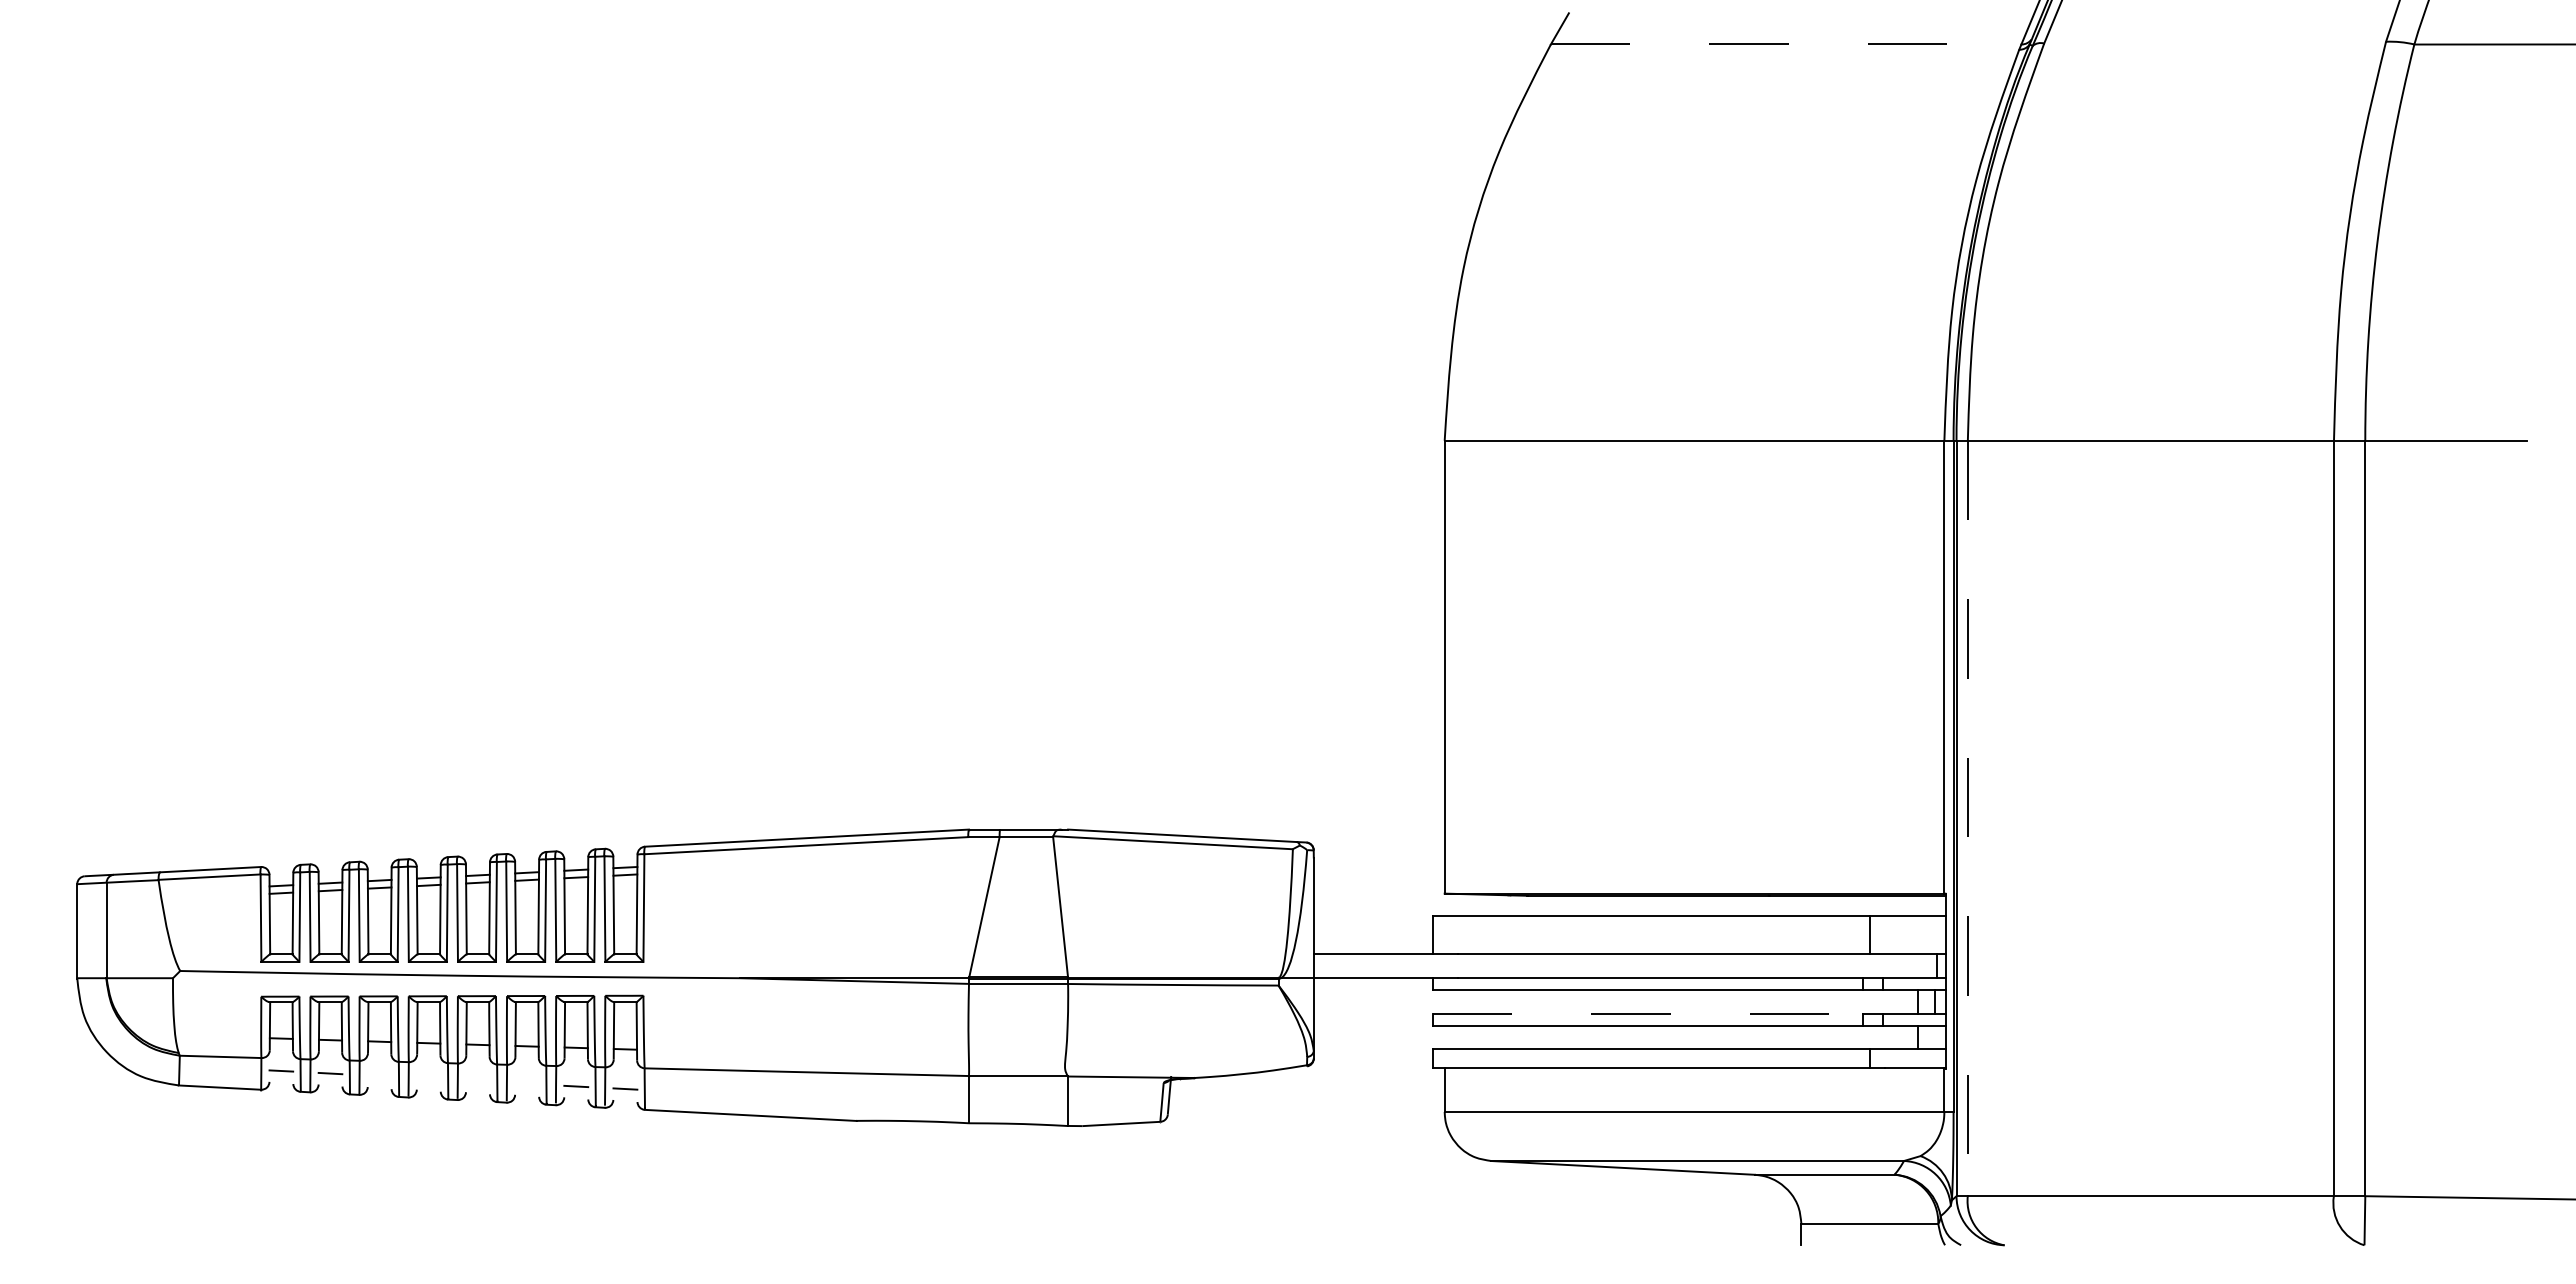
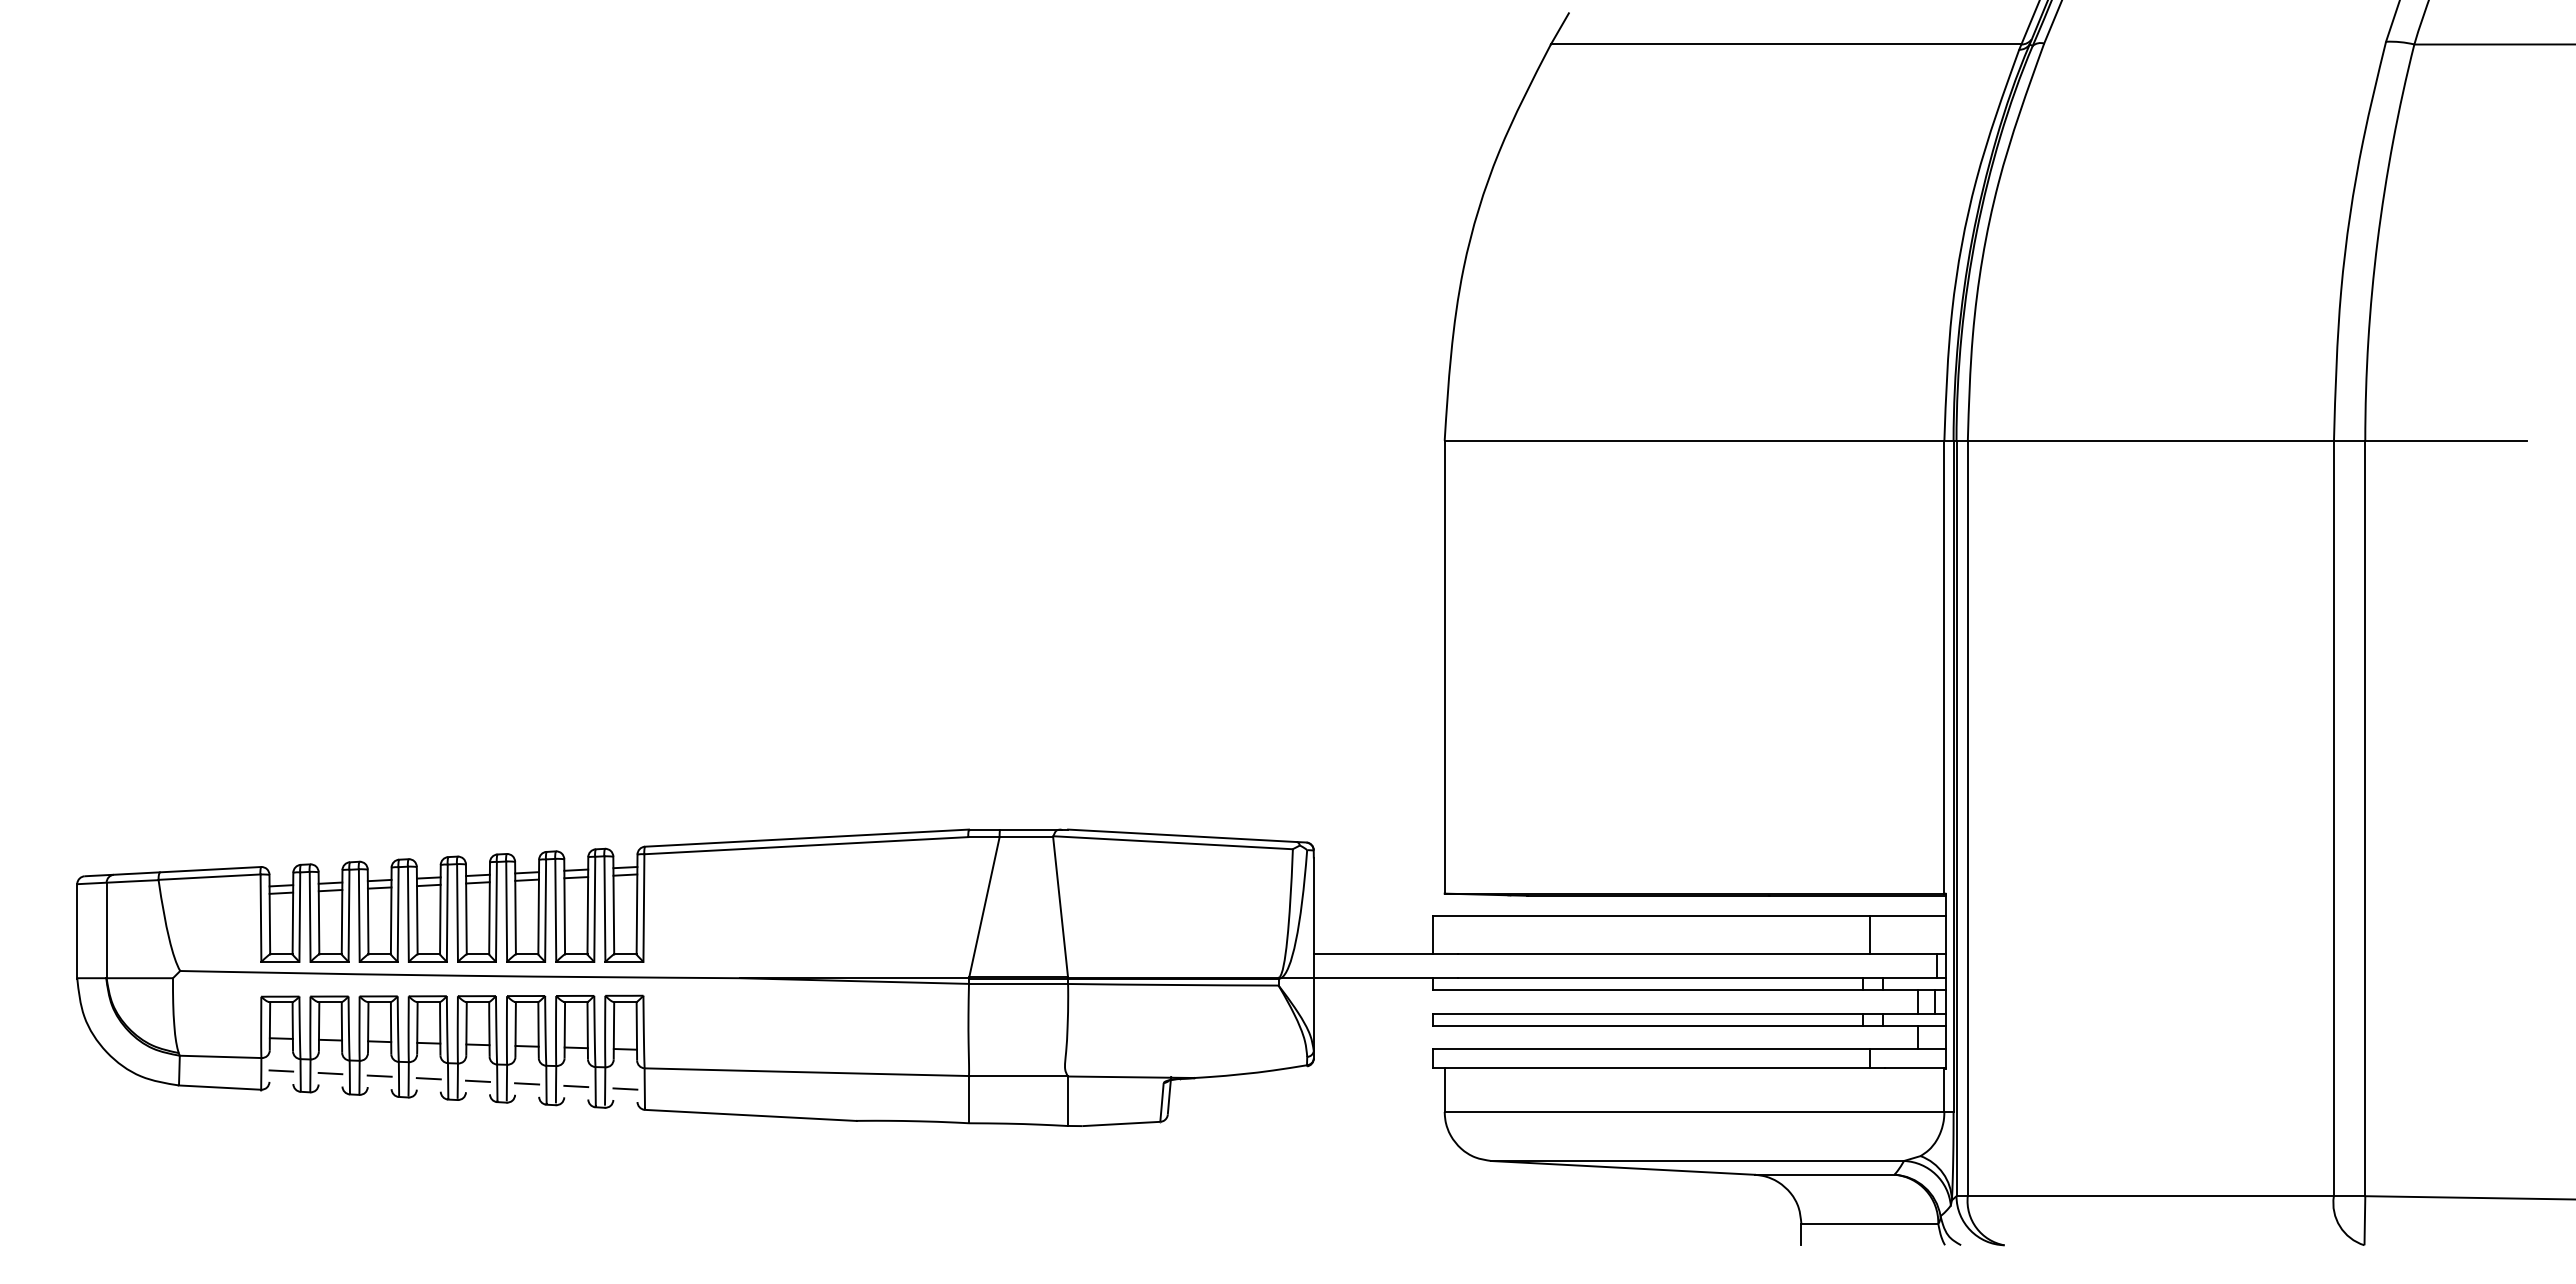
line at (1786, 44): dashed -> solid
line at (1967, 818): dashed -> solid
line at (1648, 1013): dashed -> solid
line at (379, 1075): none -> present
line at (428, 1078): none -> present
line at (477, 1080): none -> present
line at (527, 1083): none -> present
